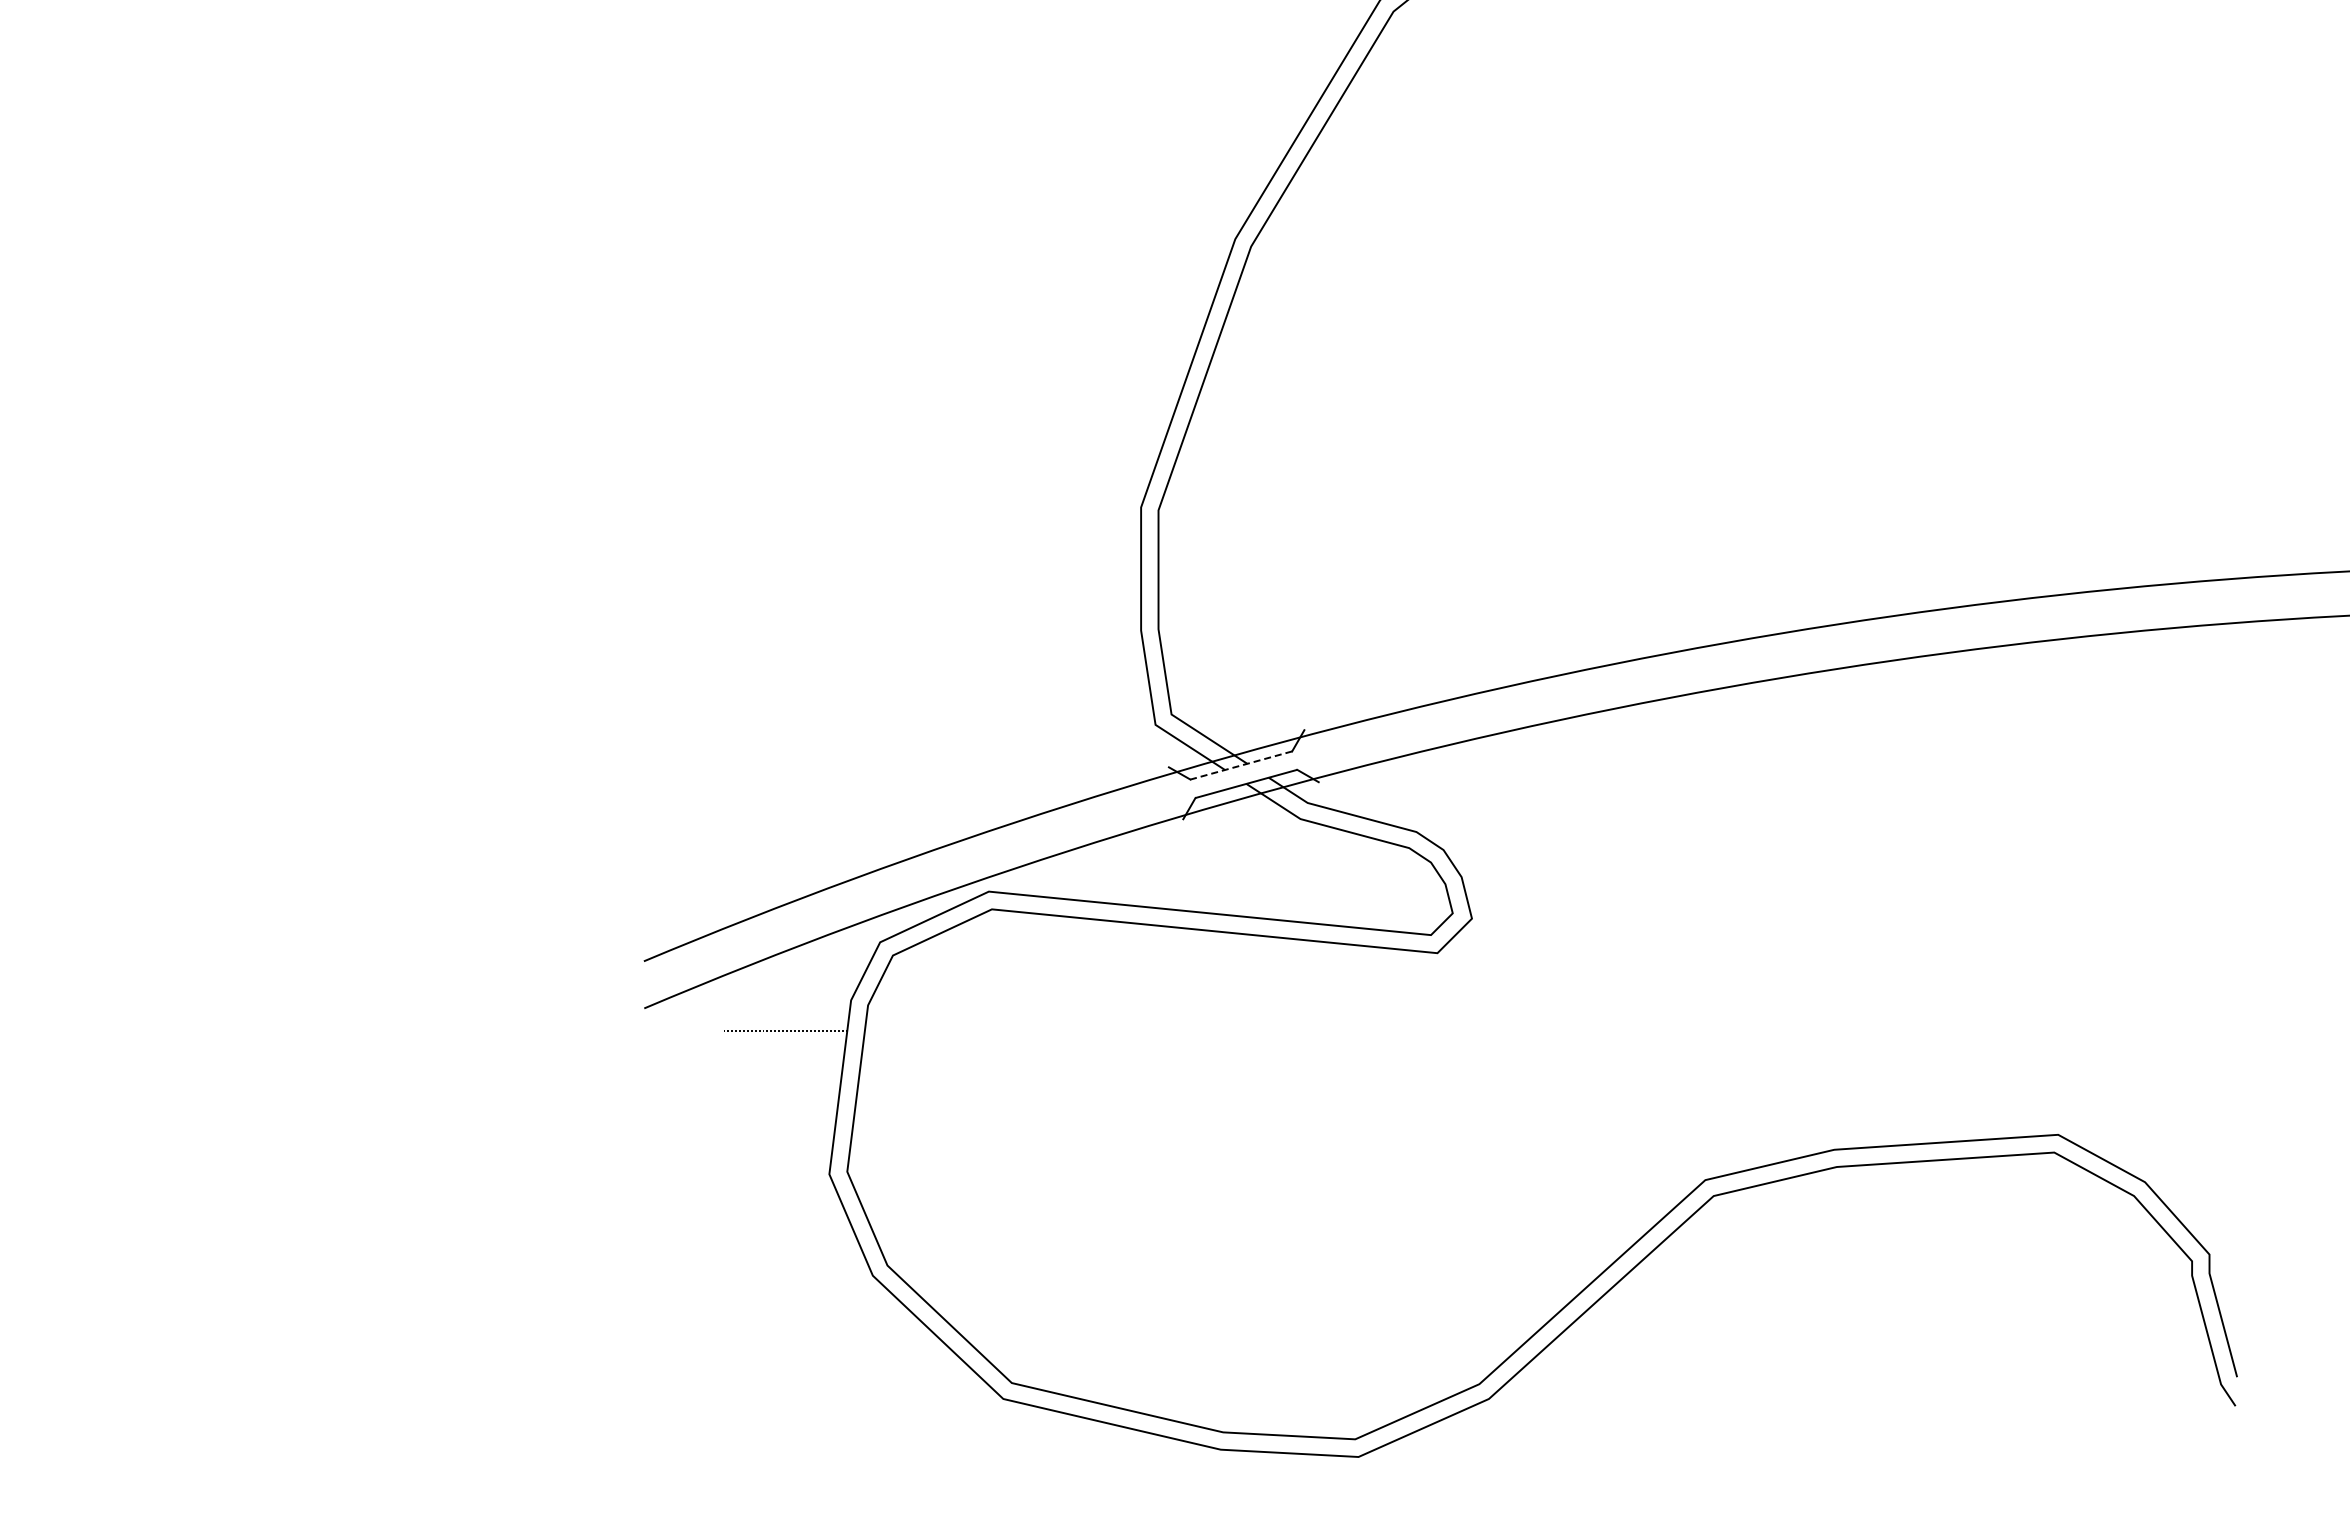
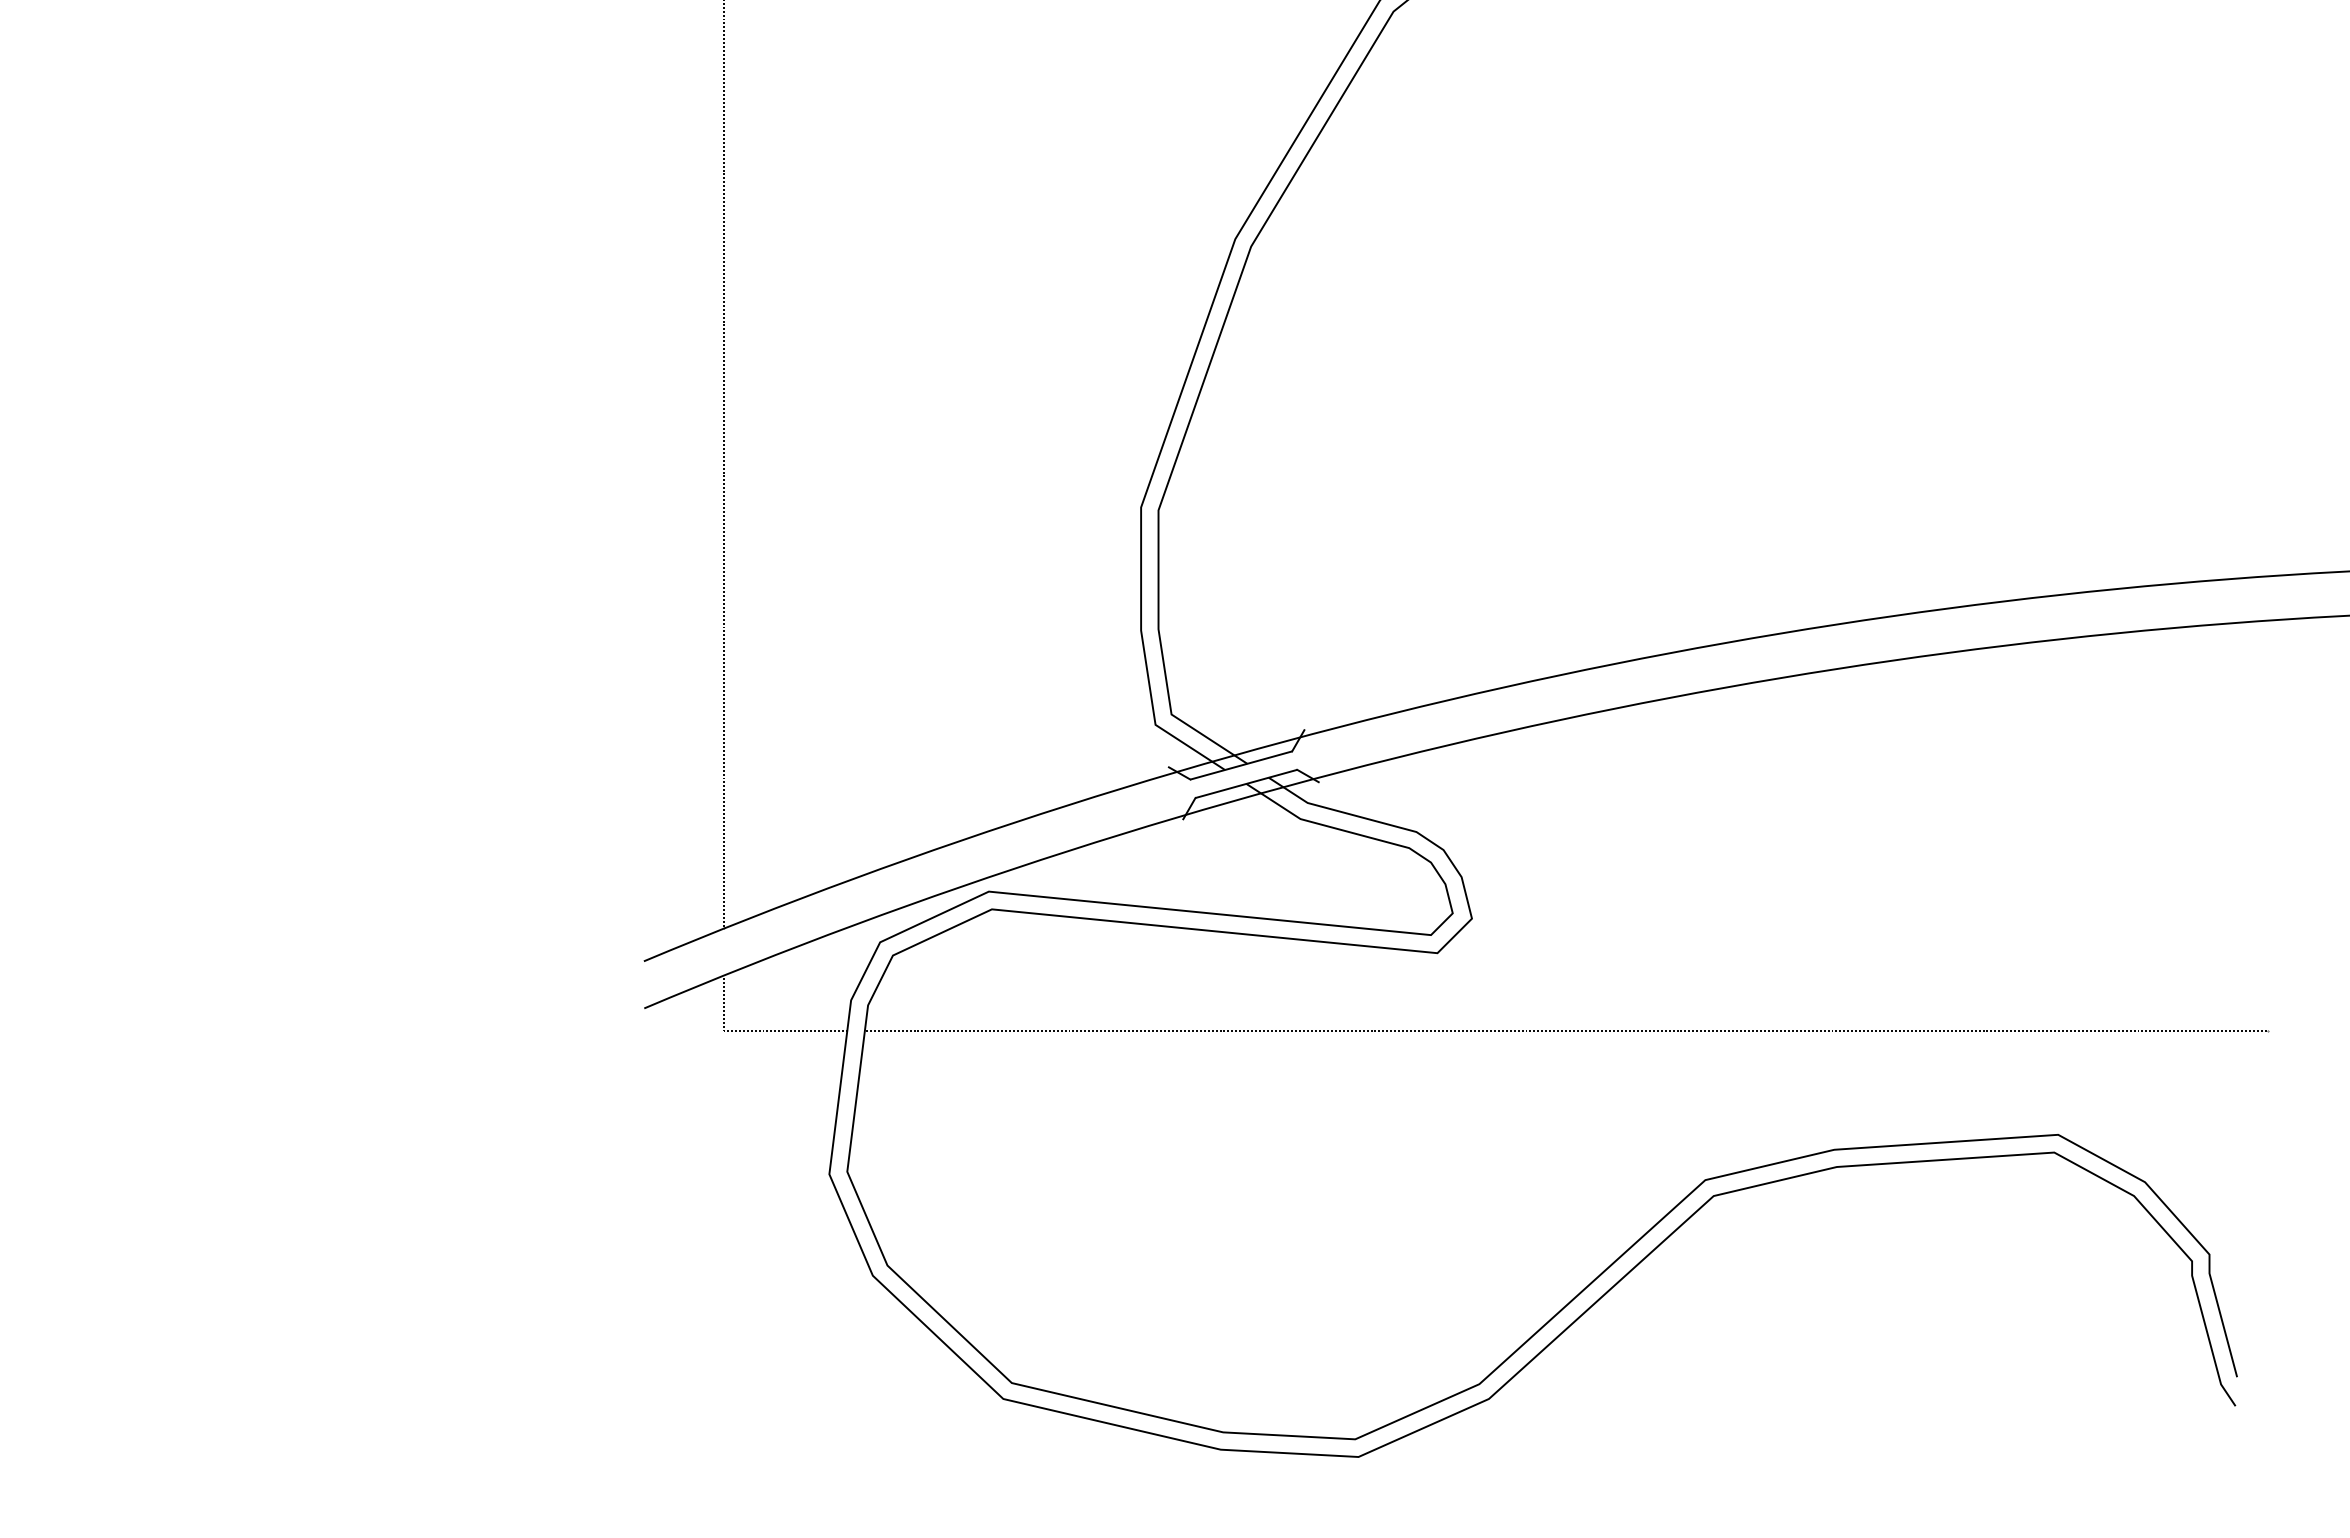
line at (724, 465): none -> present
line at (1241, 765): dashed -> solid
line at (724, 1003): none -> present
line at (1565, 1031): none -> present
